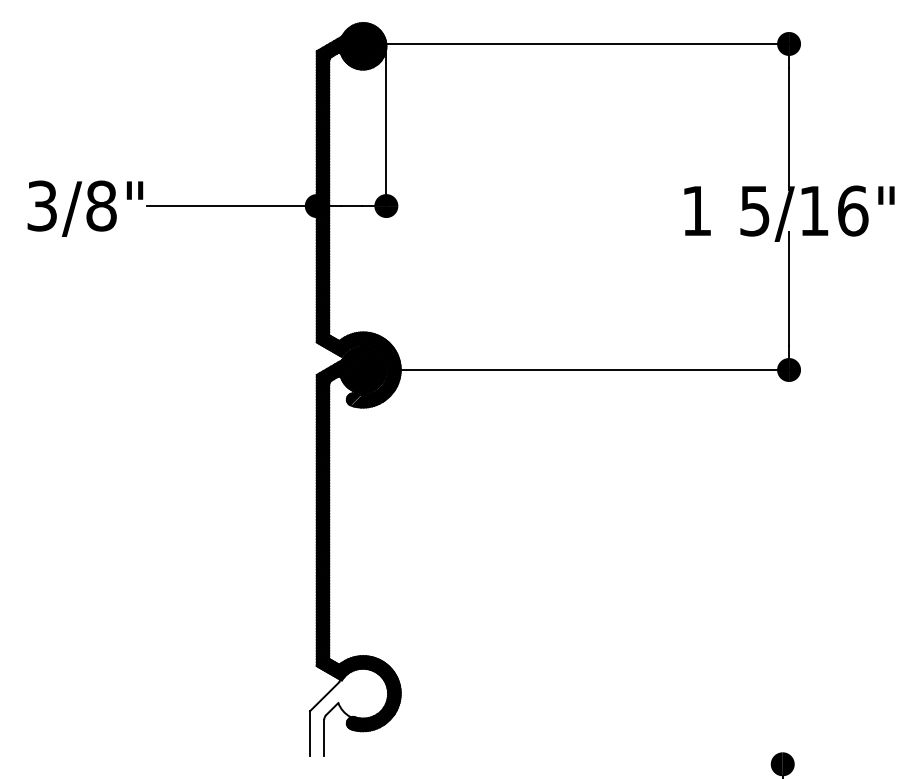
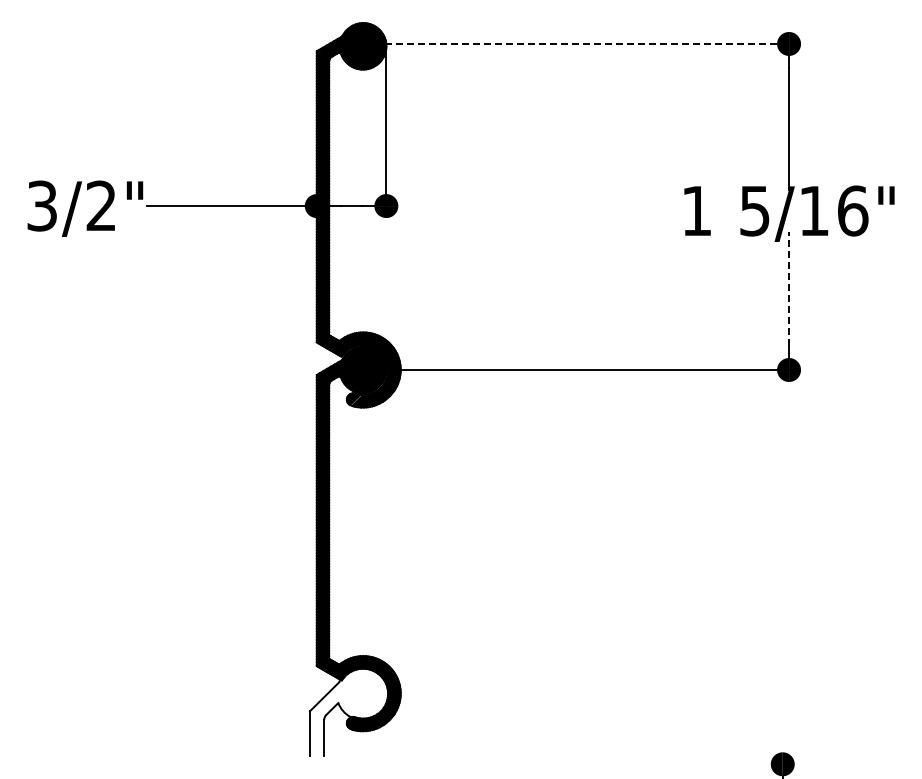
line at (579, 43): solid -> dashed
text at (101, 205): 3/8" -> 3/2"
line at (789, 288): solid -> dashed
